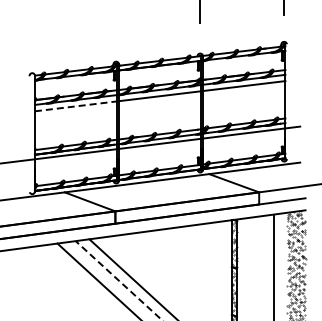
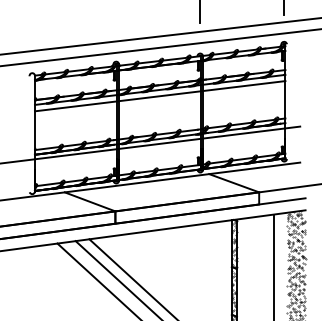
line at (160, 36): none -> present
line at (160, 47): none -> present
line at (76, 106): dashed -> solid
line at (119, 280): dashed -> solid
